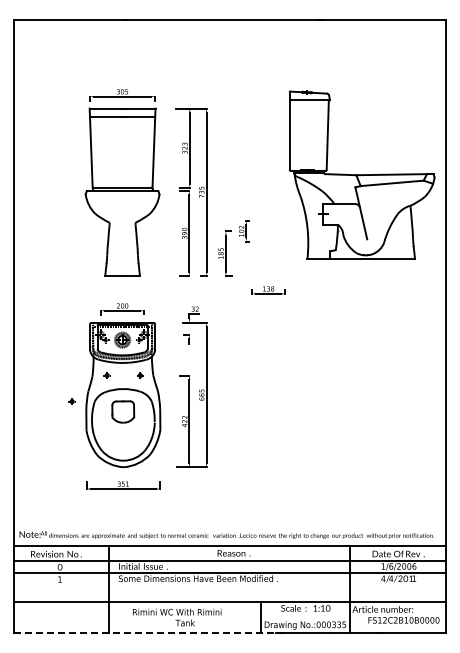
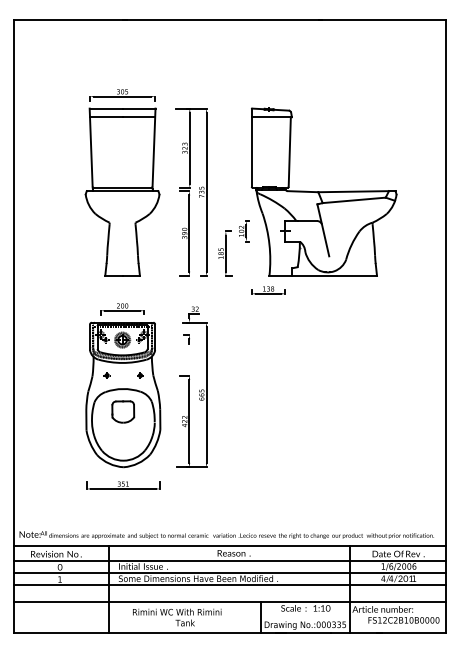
part at (362, 174) position: (362, 174) -> (324, 191)
part at (71, 401): present -> none
line at (229, 584): none -> present
line at (150, 633): dashed -> solid
